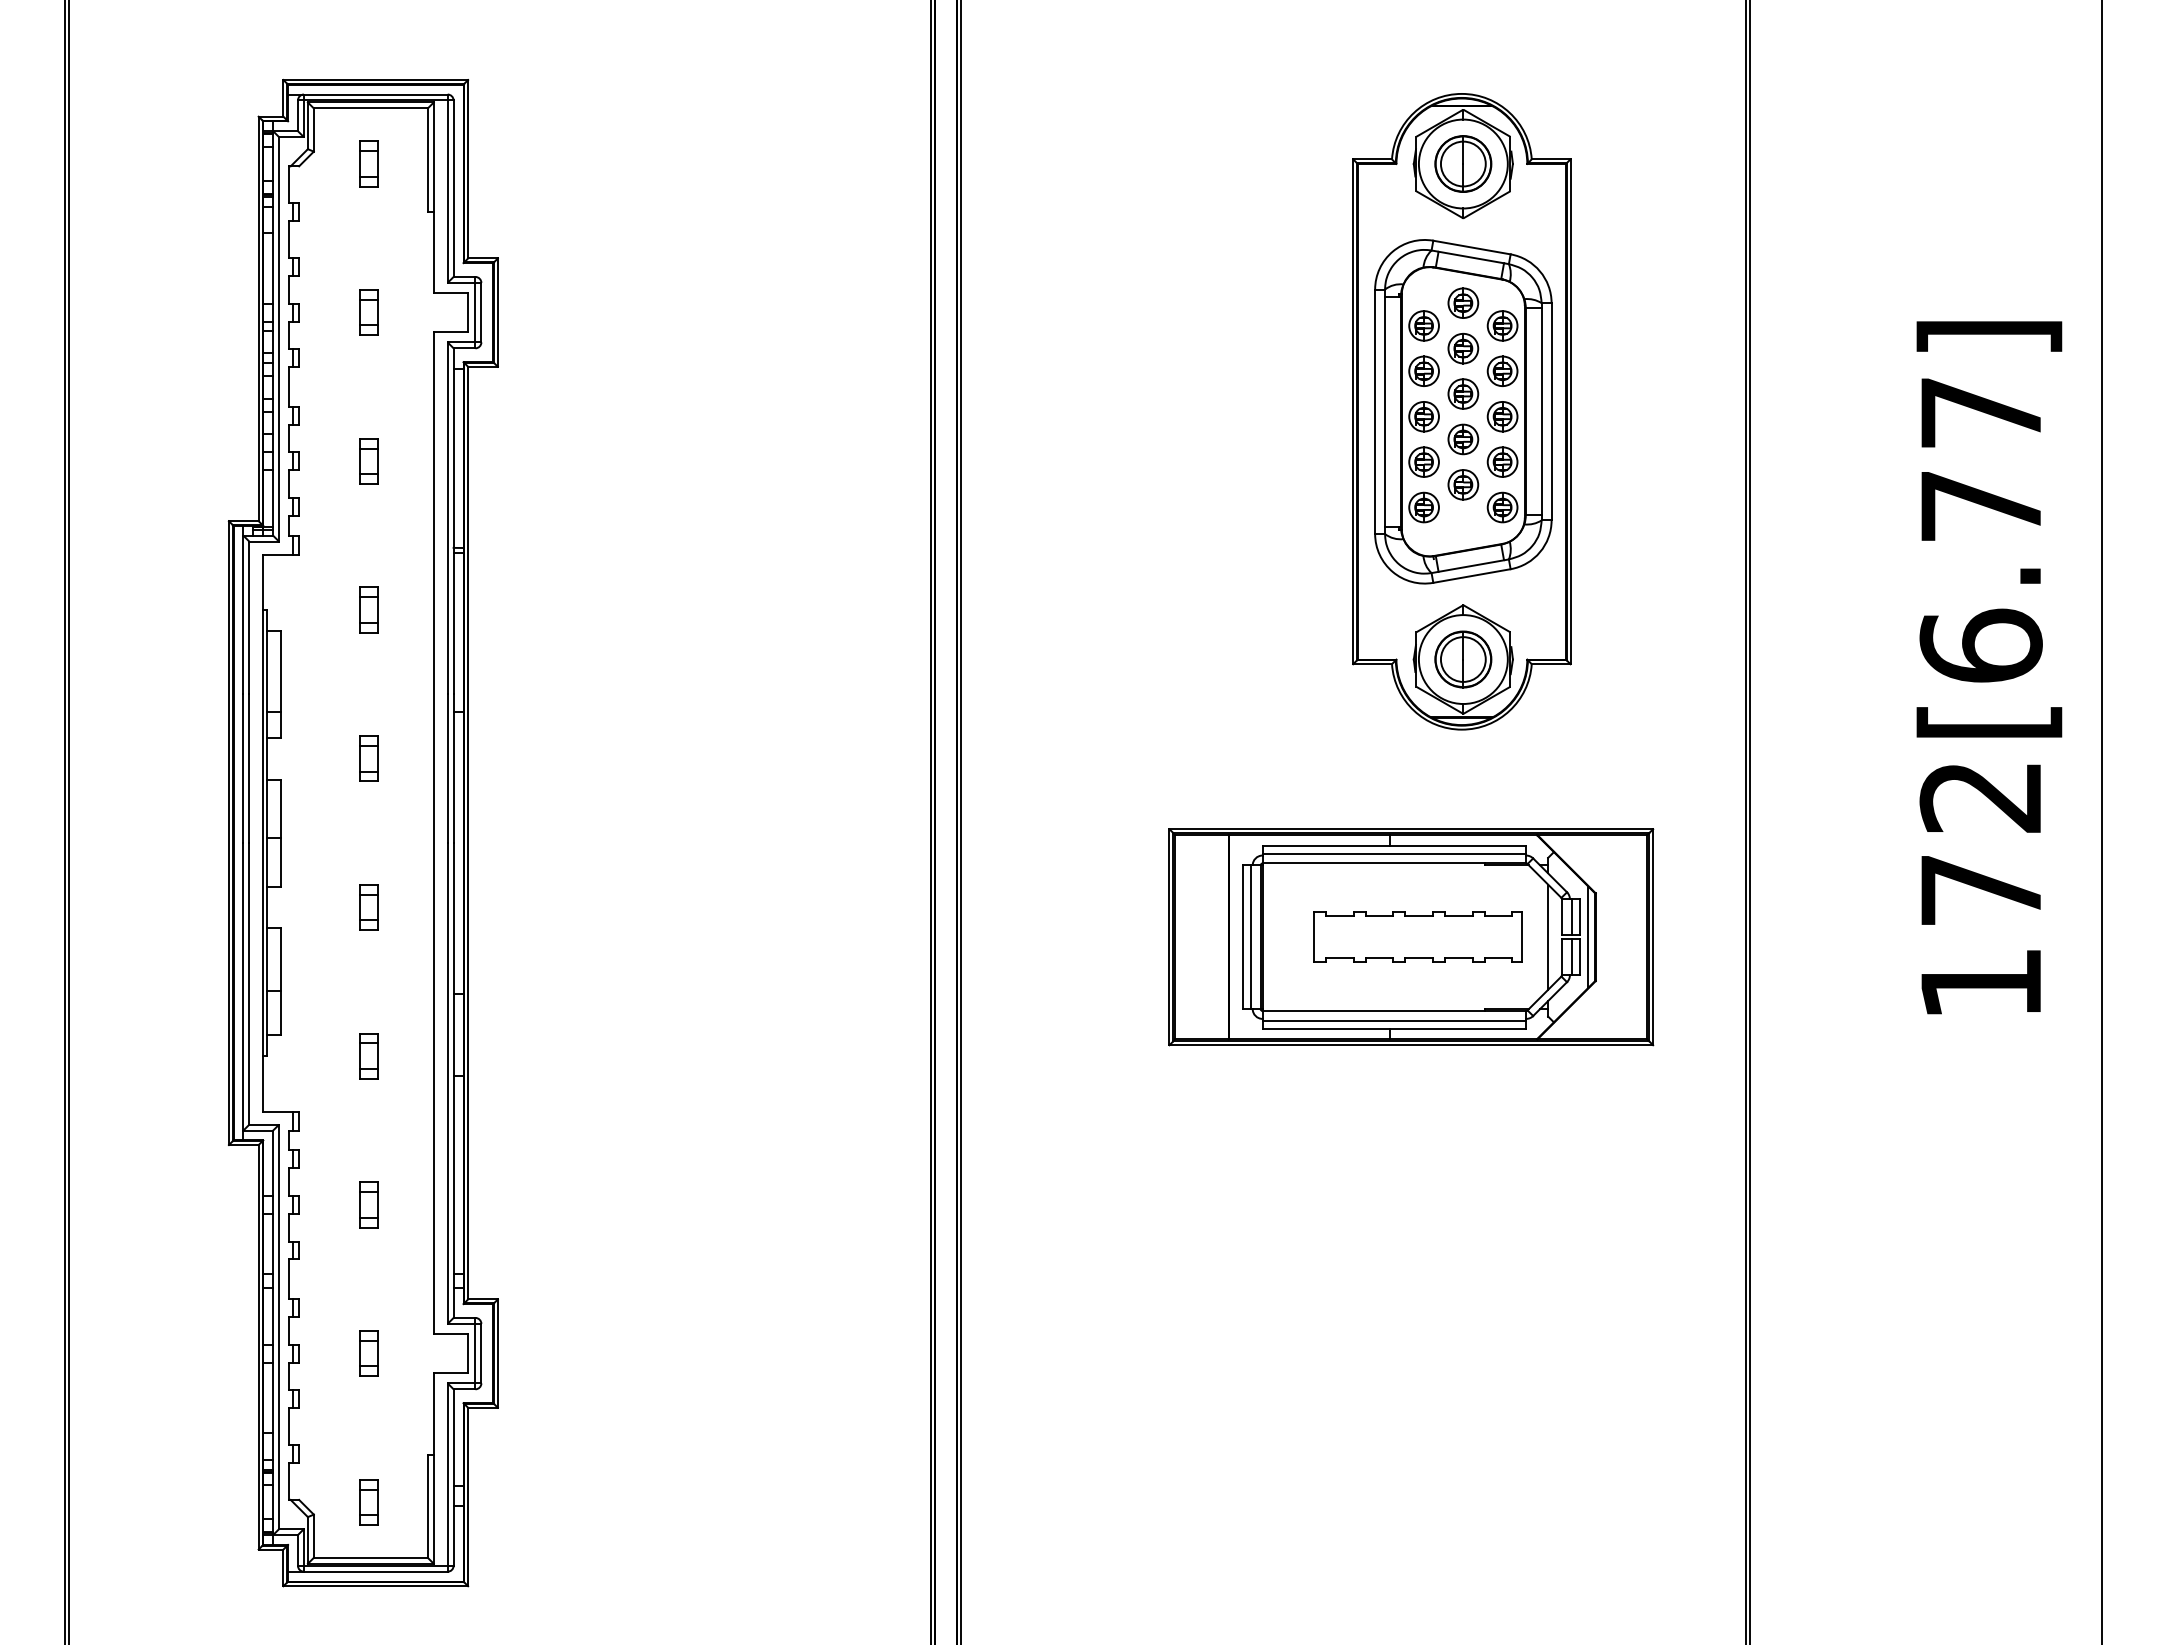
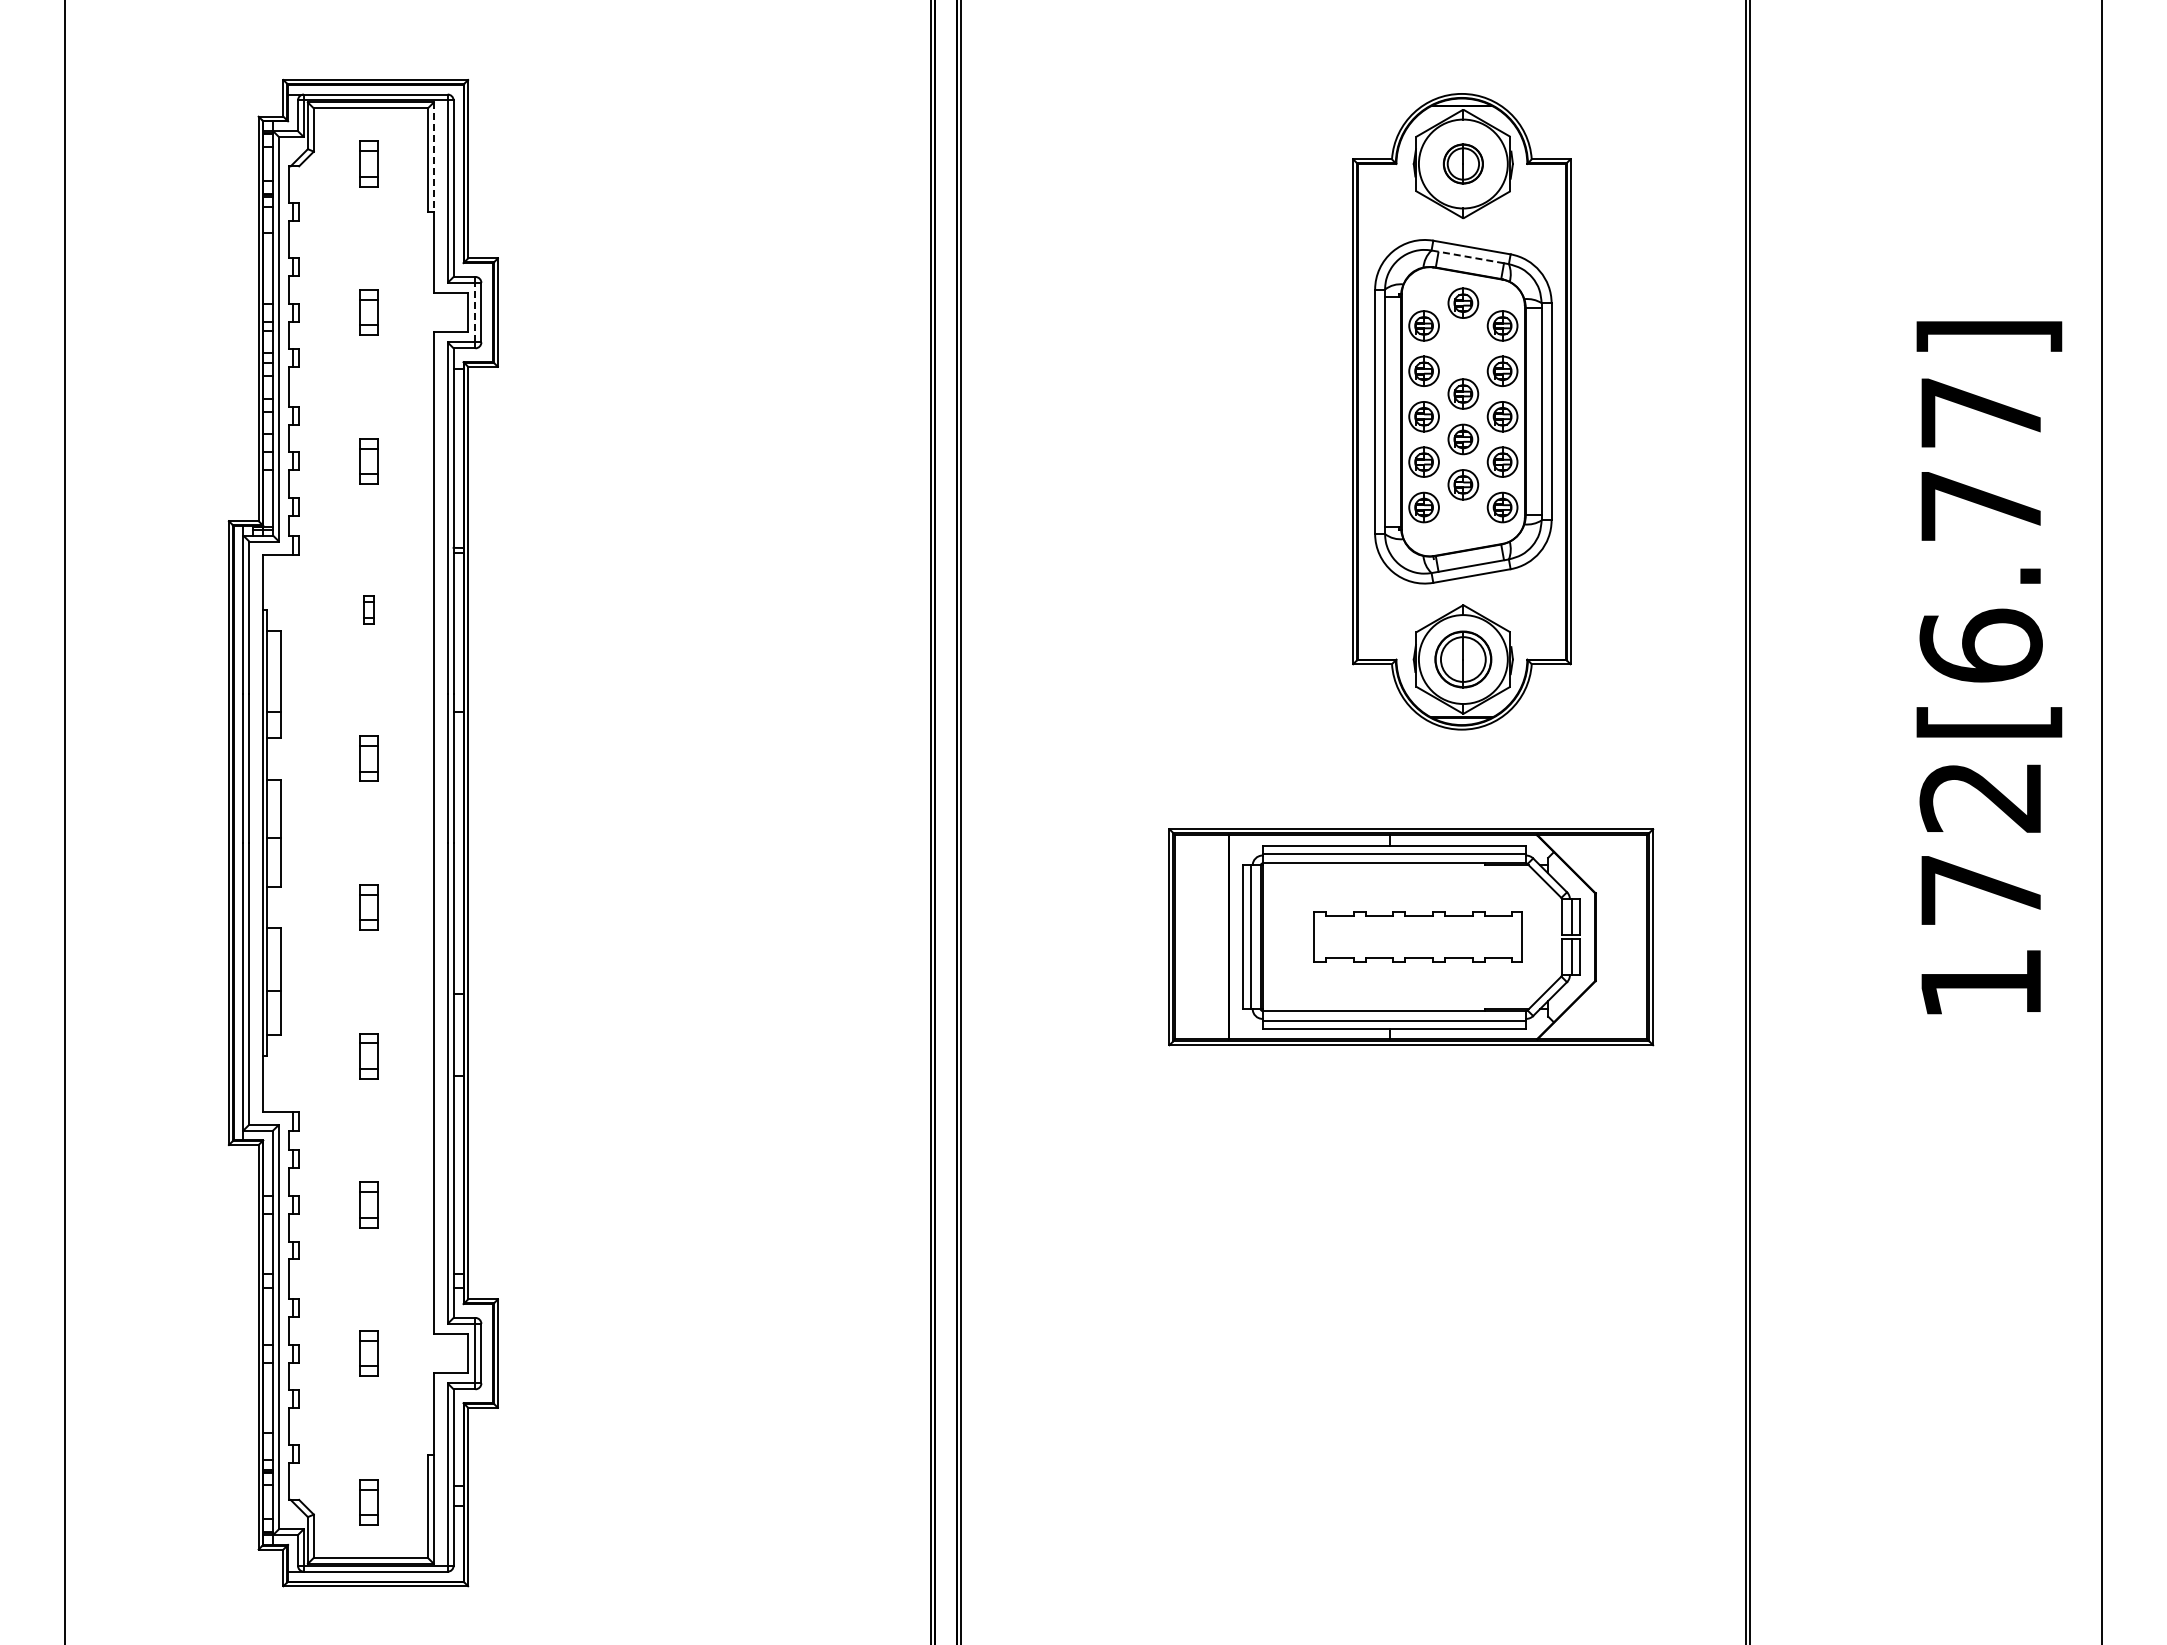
line at (433, 157): solid -> dashed
part at (1463, 163) size: 59x58 px -> 42x42 px
line at (1470, 257): solid -> dashed
line at (475, 312): solid -> dashed
part at (1463, 348): present -> none
part at (368, 609) size: 20x48 px -> 12x30 px
line at (68, 821): present -> none
line at (1548, 936): present -> none
line at (1587, 936): present -> none
